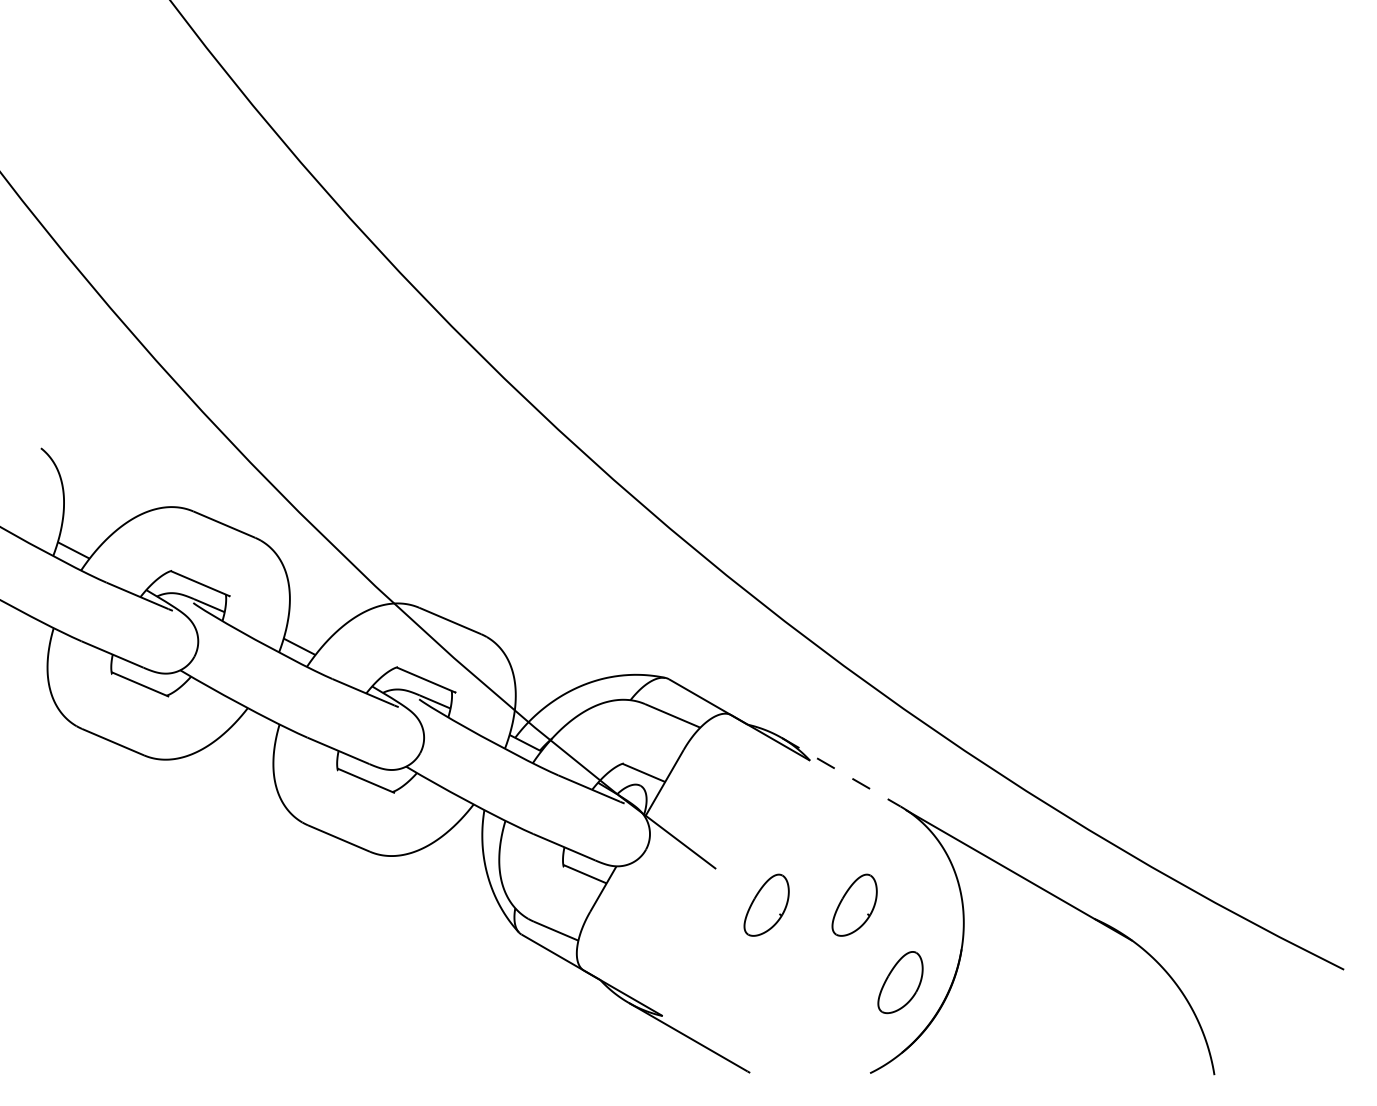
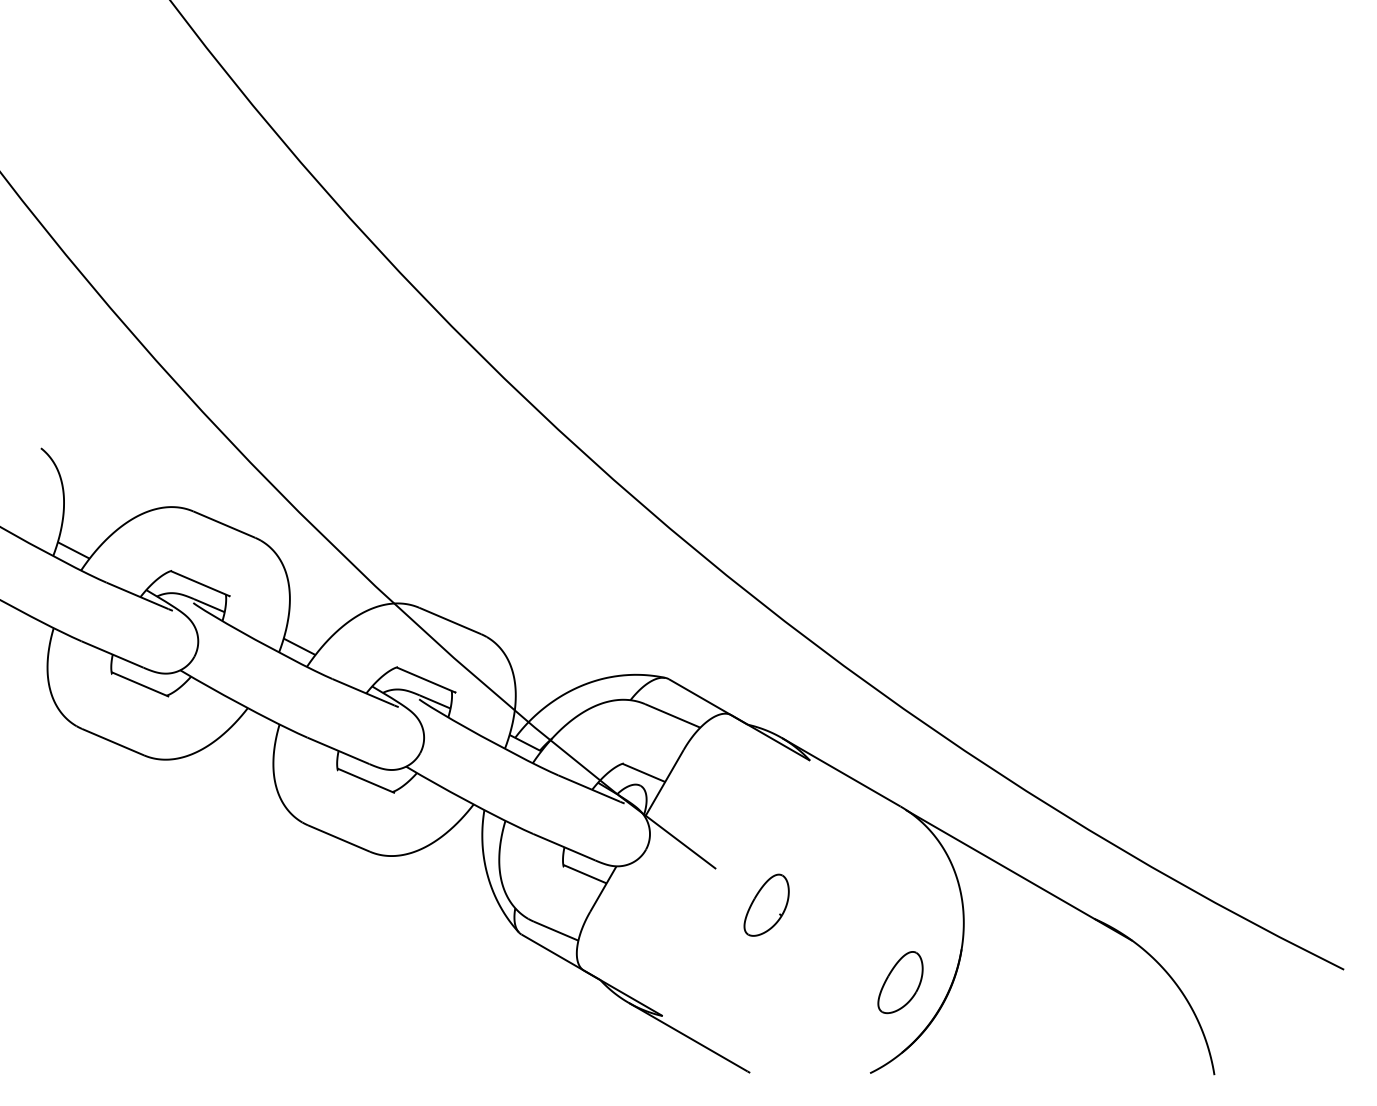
line at (841, 772): dashed -> solid
part at (854, 904): present -> none
